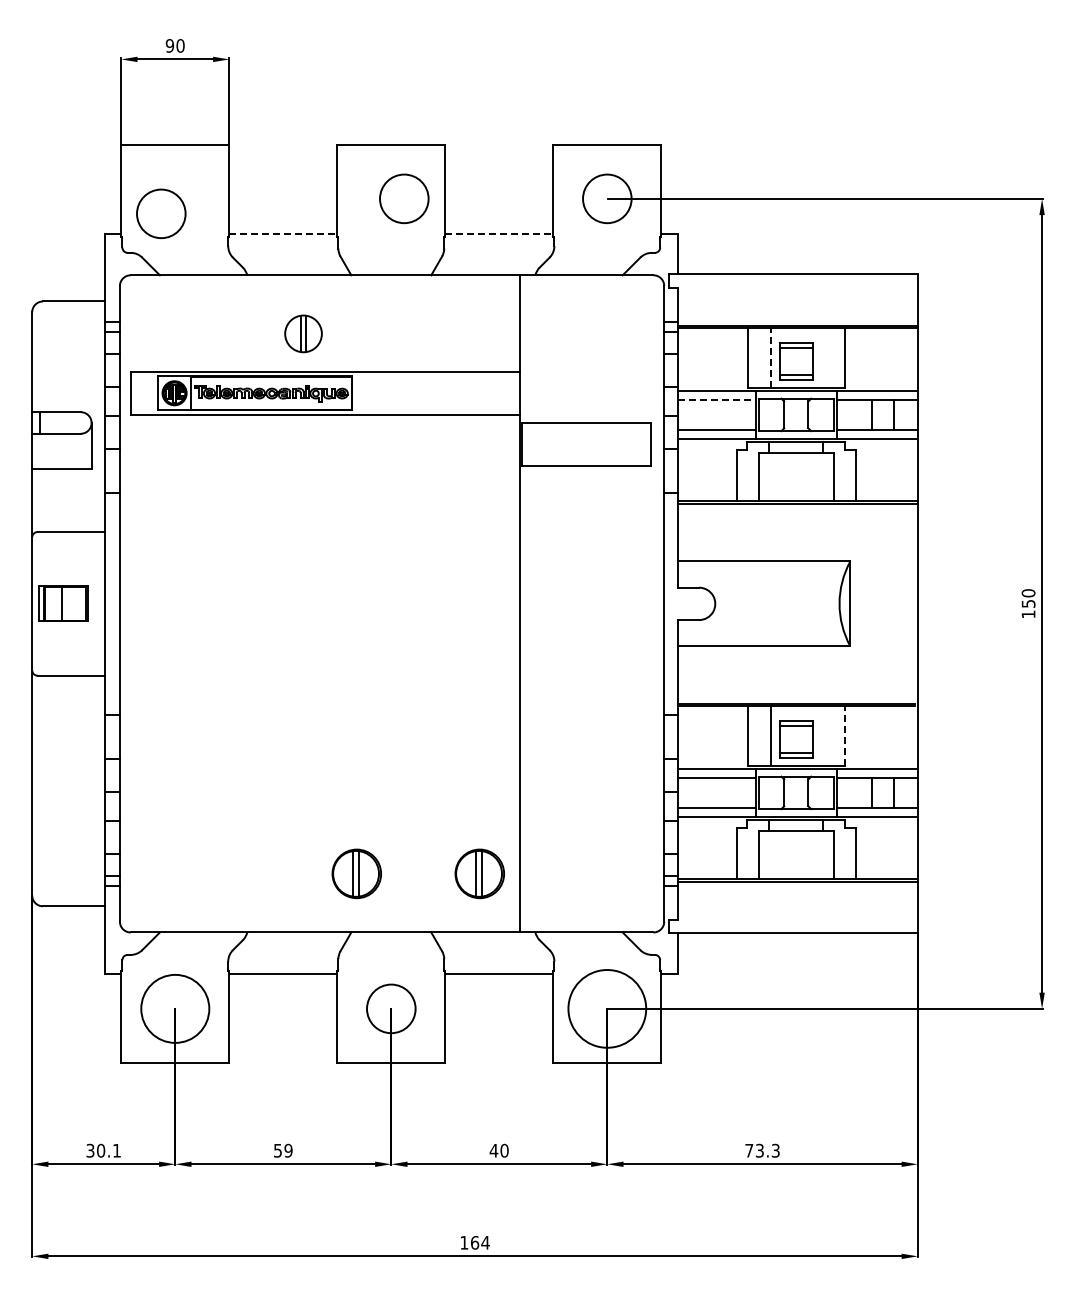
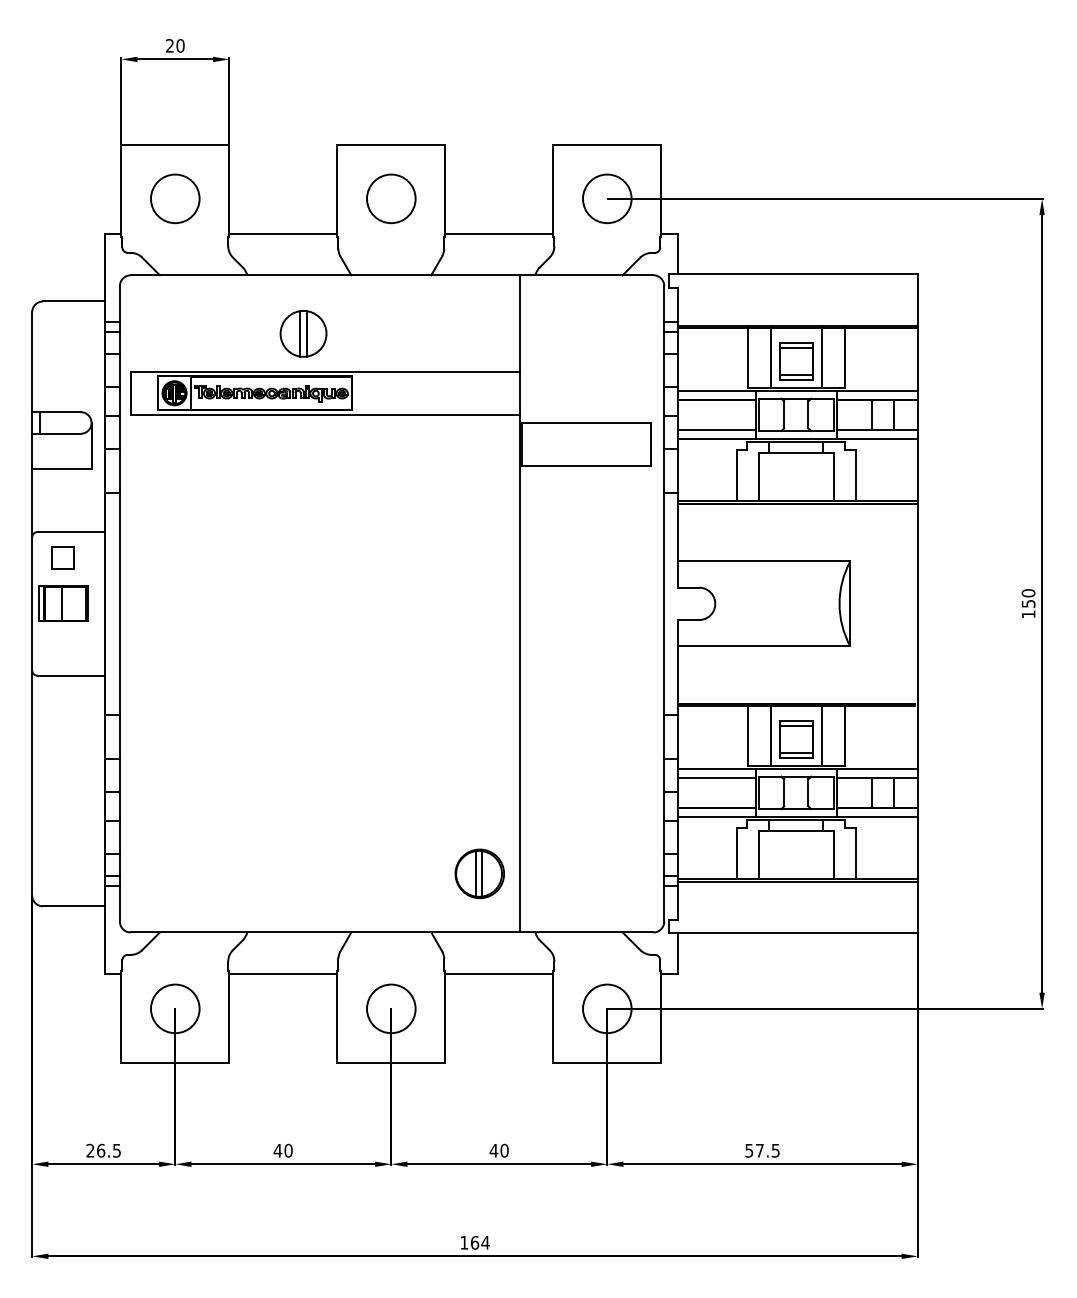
text at (169, 45): 90 -> 20
circle at (404, 198) position: (404, 198) -> (391, 198)
circle at (161, 213) position: (161, 213) -> (175, 198)
line at (283, 233): dashed -> solid
line at (499, 233): dashed -> solid
part at (303, 333) size: 39x40 px -> 49x48 px
line at (821, 357): none -> present
line at (770, 358): dashed -> solid
line at (717, 399): dashed -> solid
part at (62, 557): none -> present
line at (821, 735): none -> present
line at (844, 736): dashed -> solid
part at (356, 873): present -> none
circle at (175, 1008) diameter: 68 px -> 49 px
circle at (607, 1008) diameter: 78 px -> 49 px
text at (103, 1150): 30.1 -> 26.5
text at (282, 1150): 59 -> 40
text at (762, 1150): 73.3 -> 57.5
